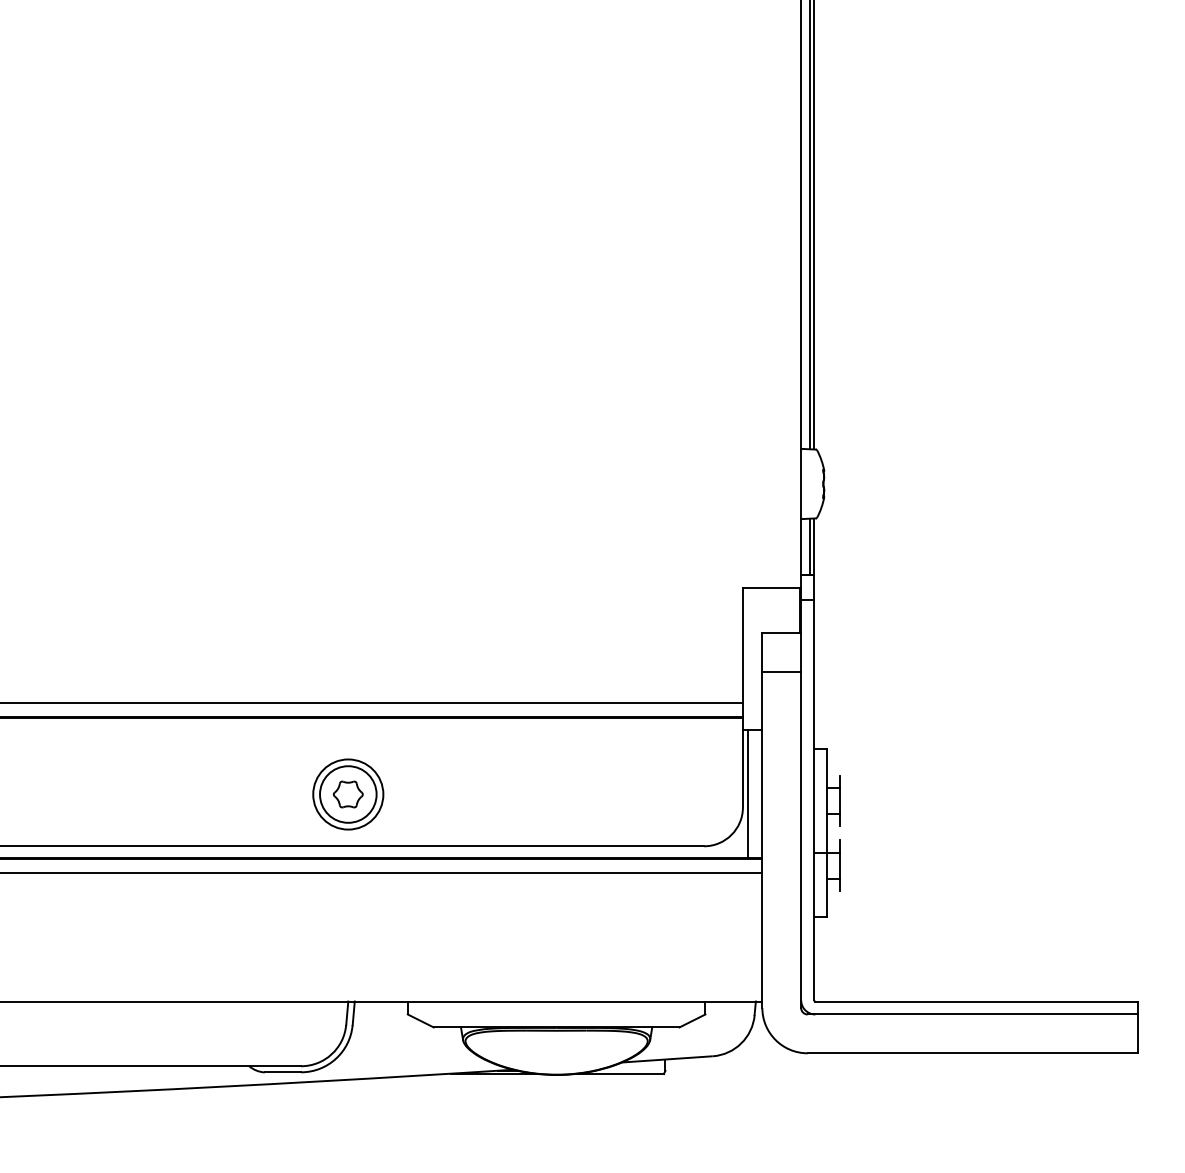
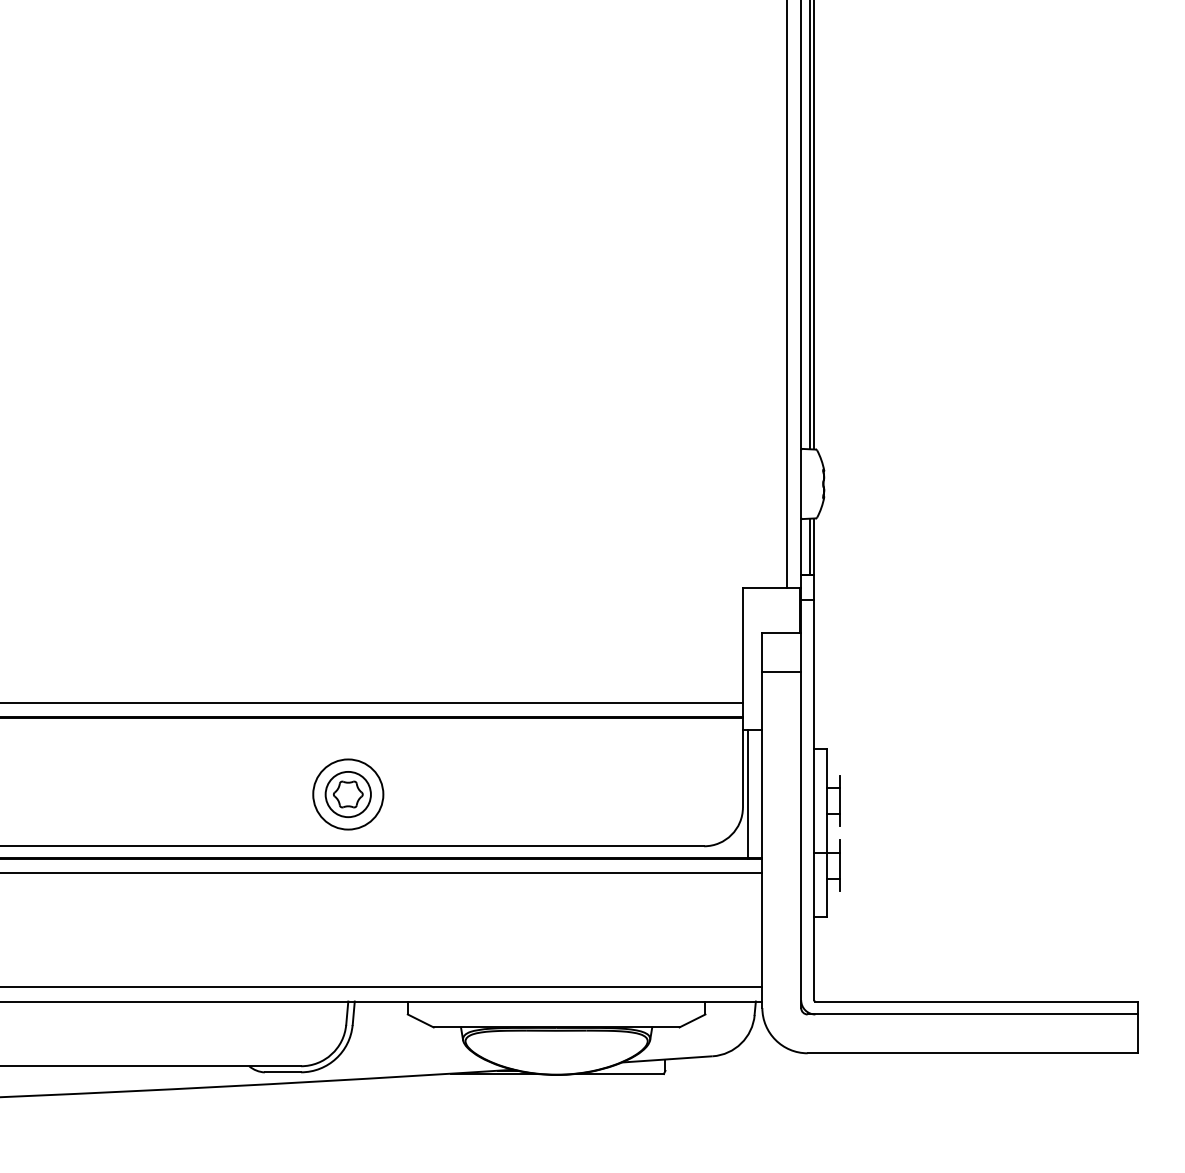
line at (786, 294): none -> present
circle at (348, 794) diameter: 57 px -> 45 px
line at (382, 987): none -> present
